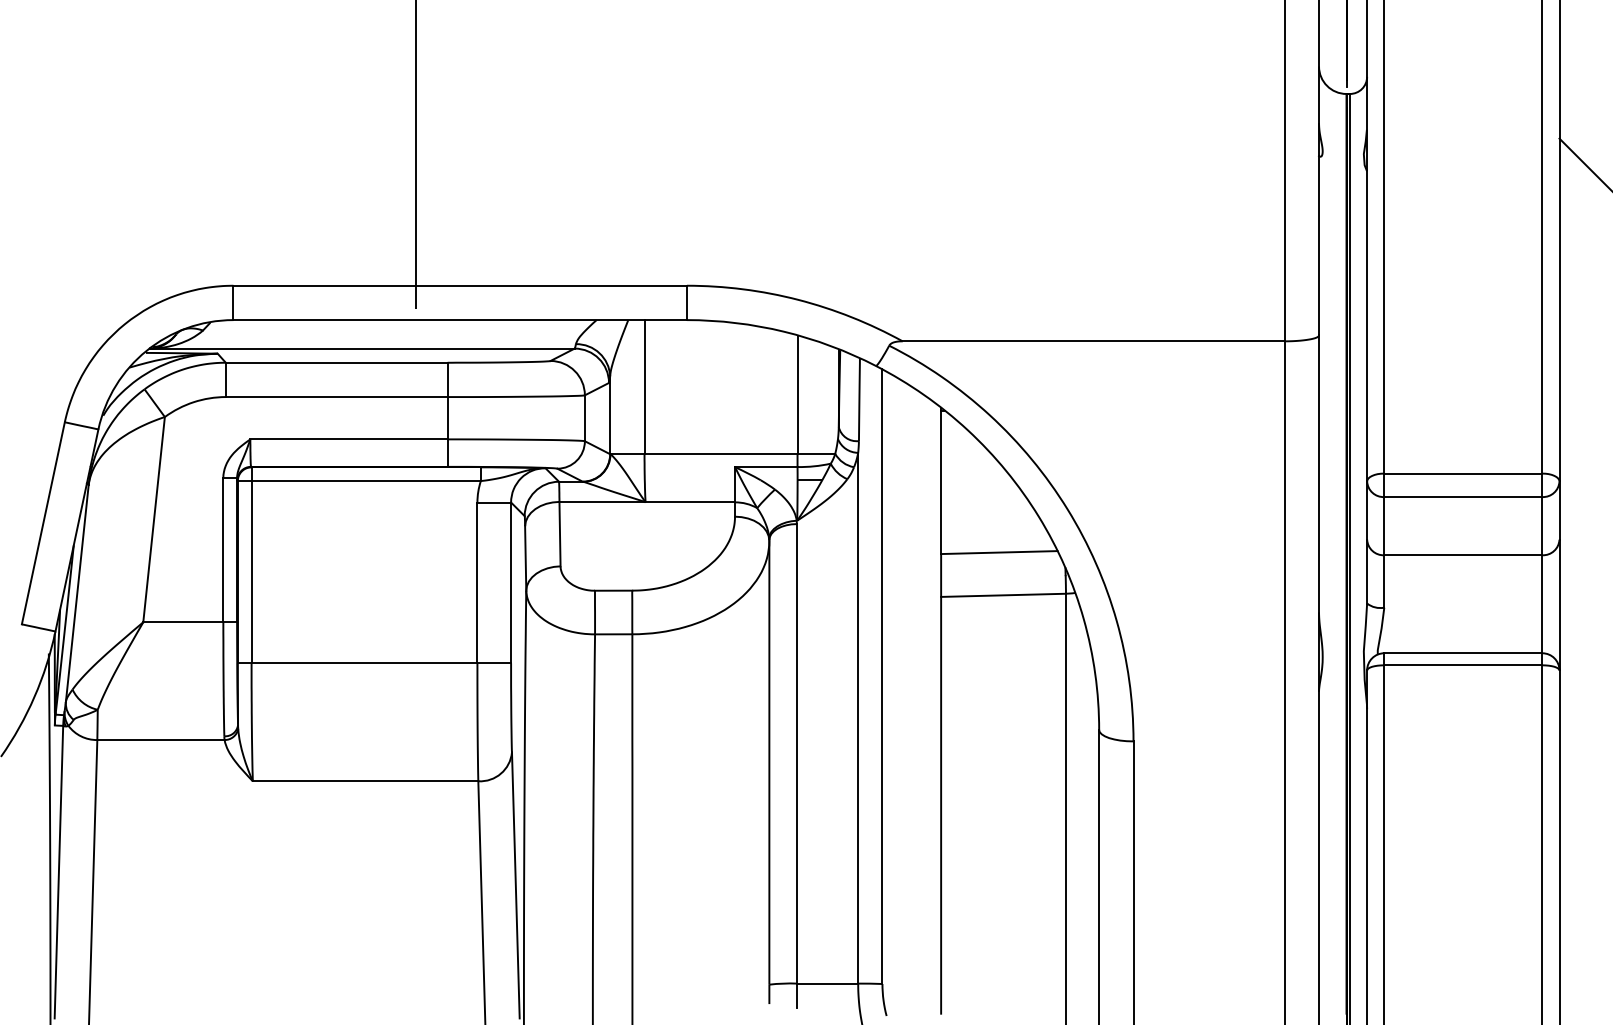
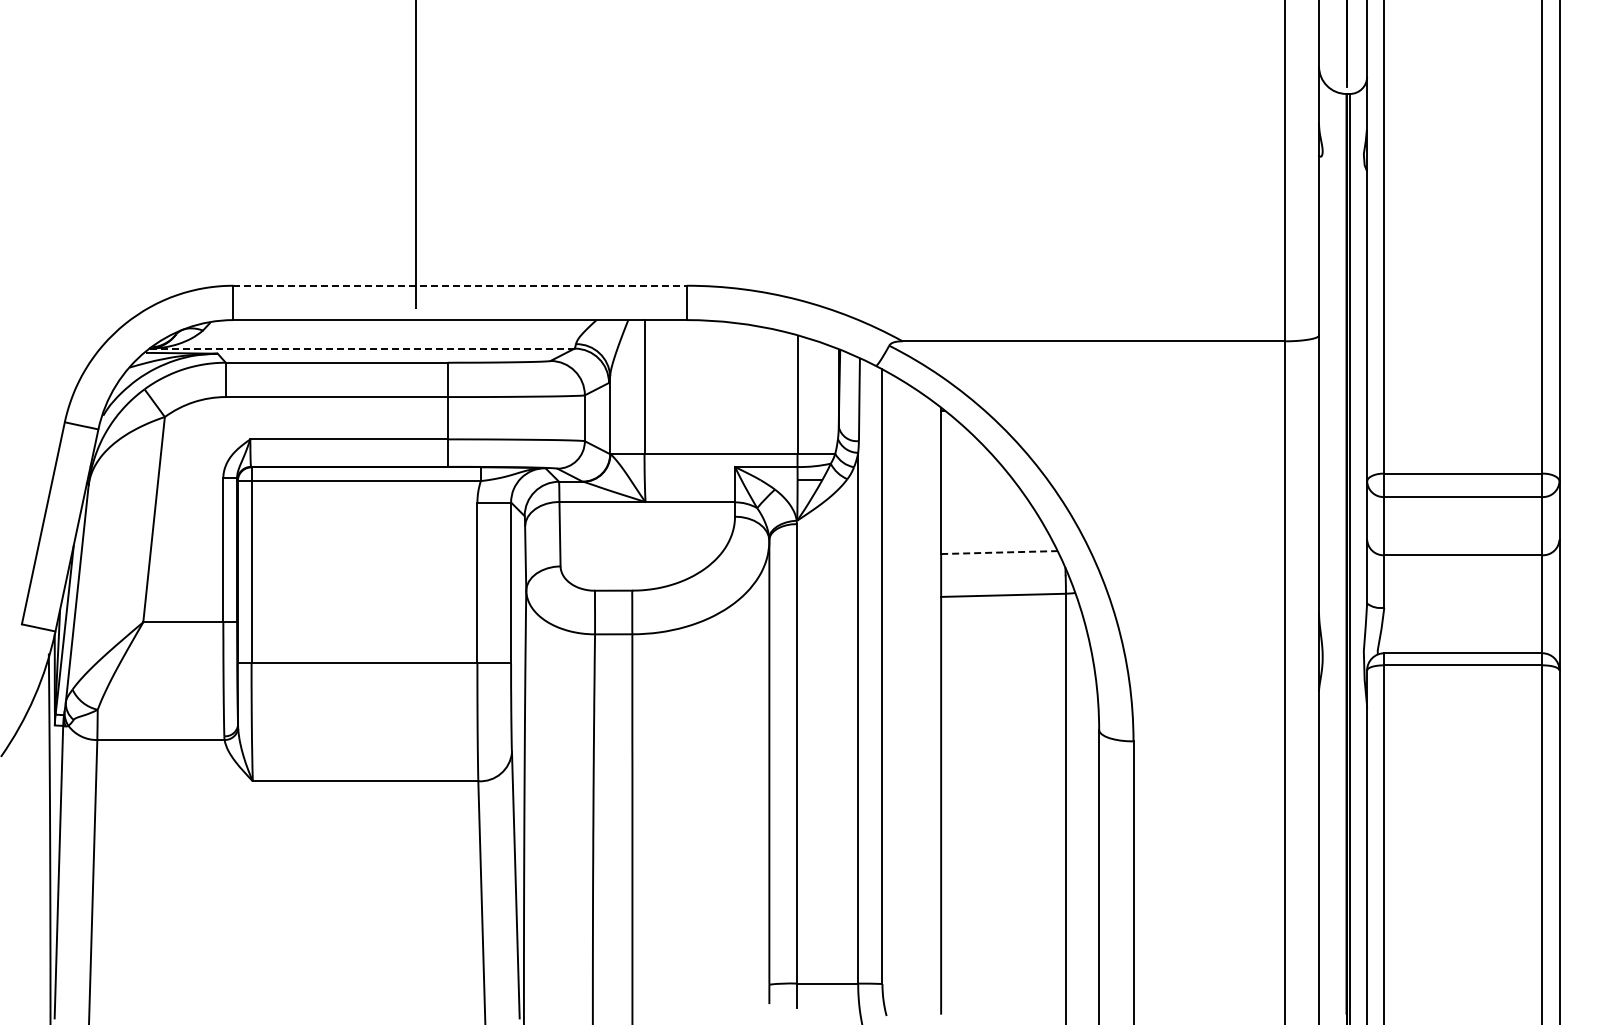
line at (1584, 163): present -> none
line at (460, 285): solid -> dashed
line at (361, 348): solid -> dashed
line at (999, 552): solid -> dashed
